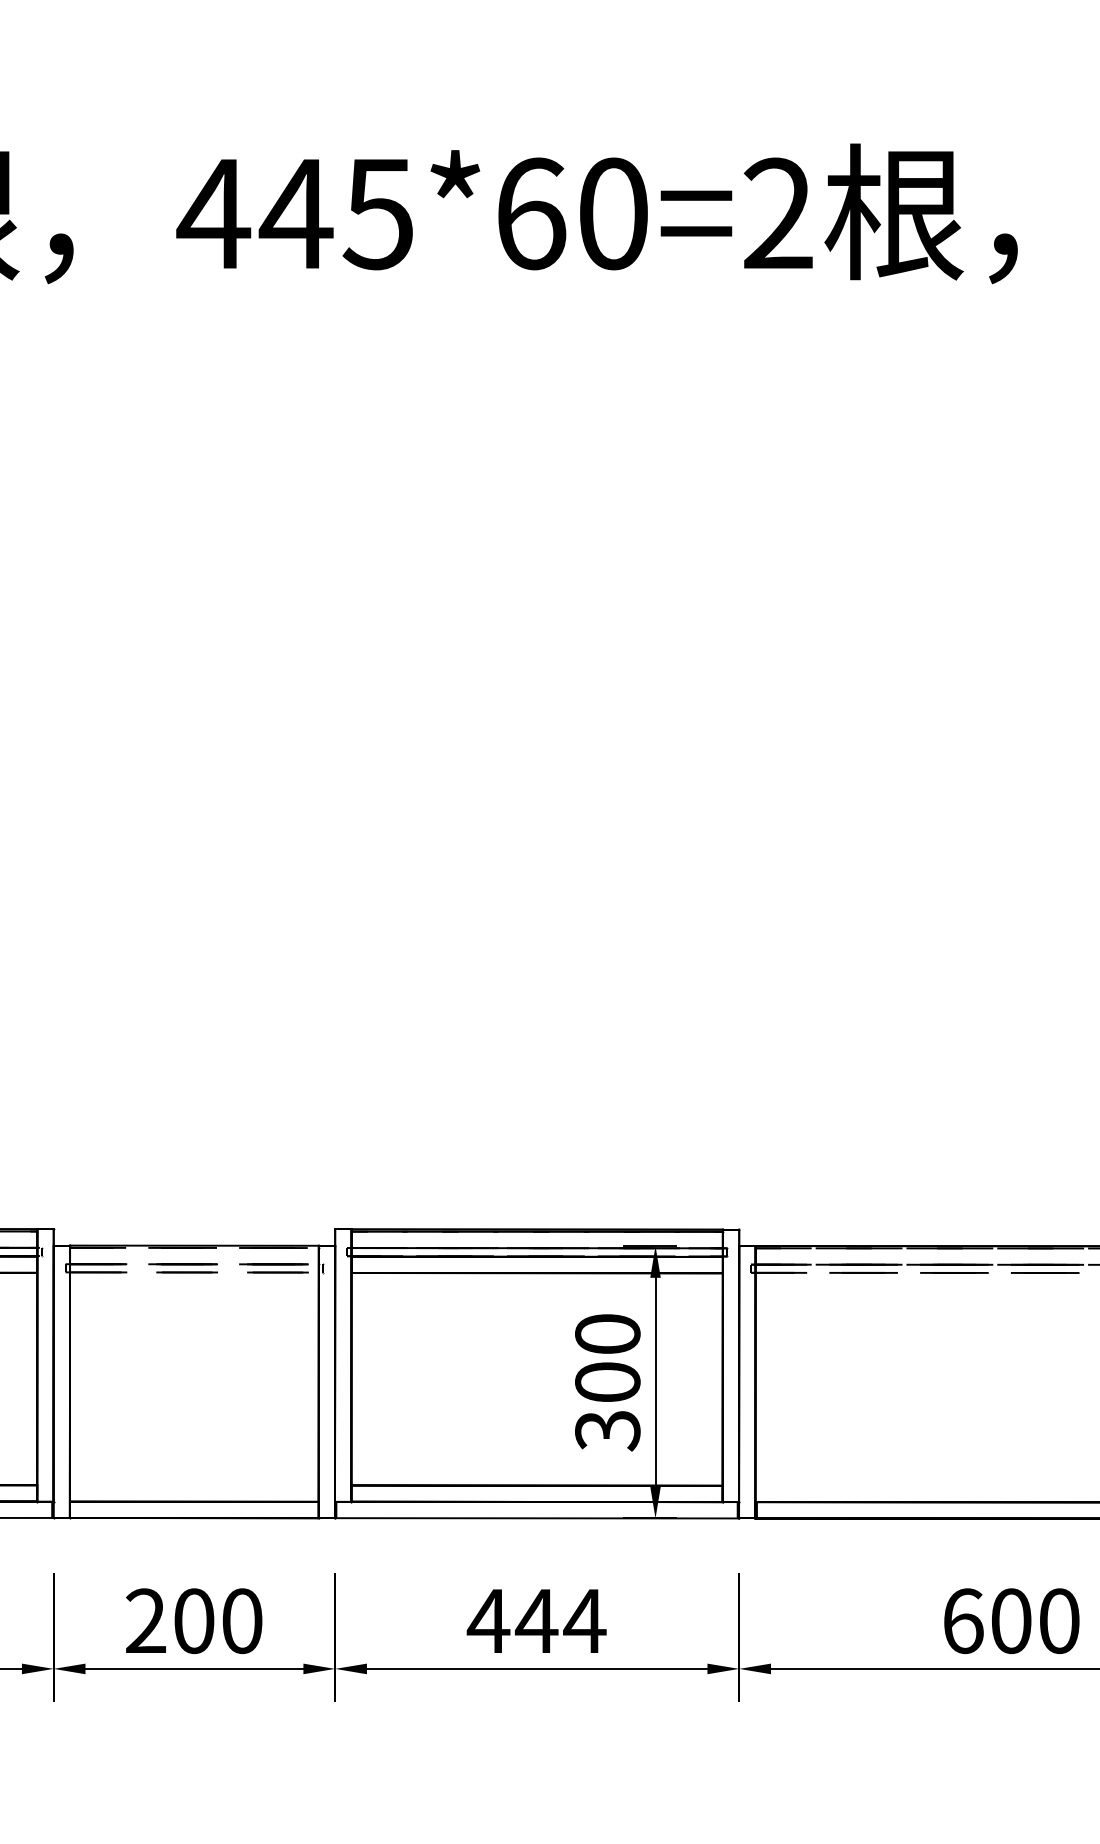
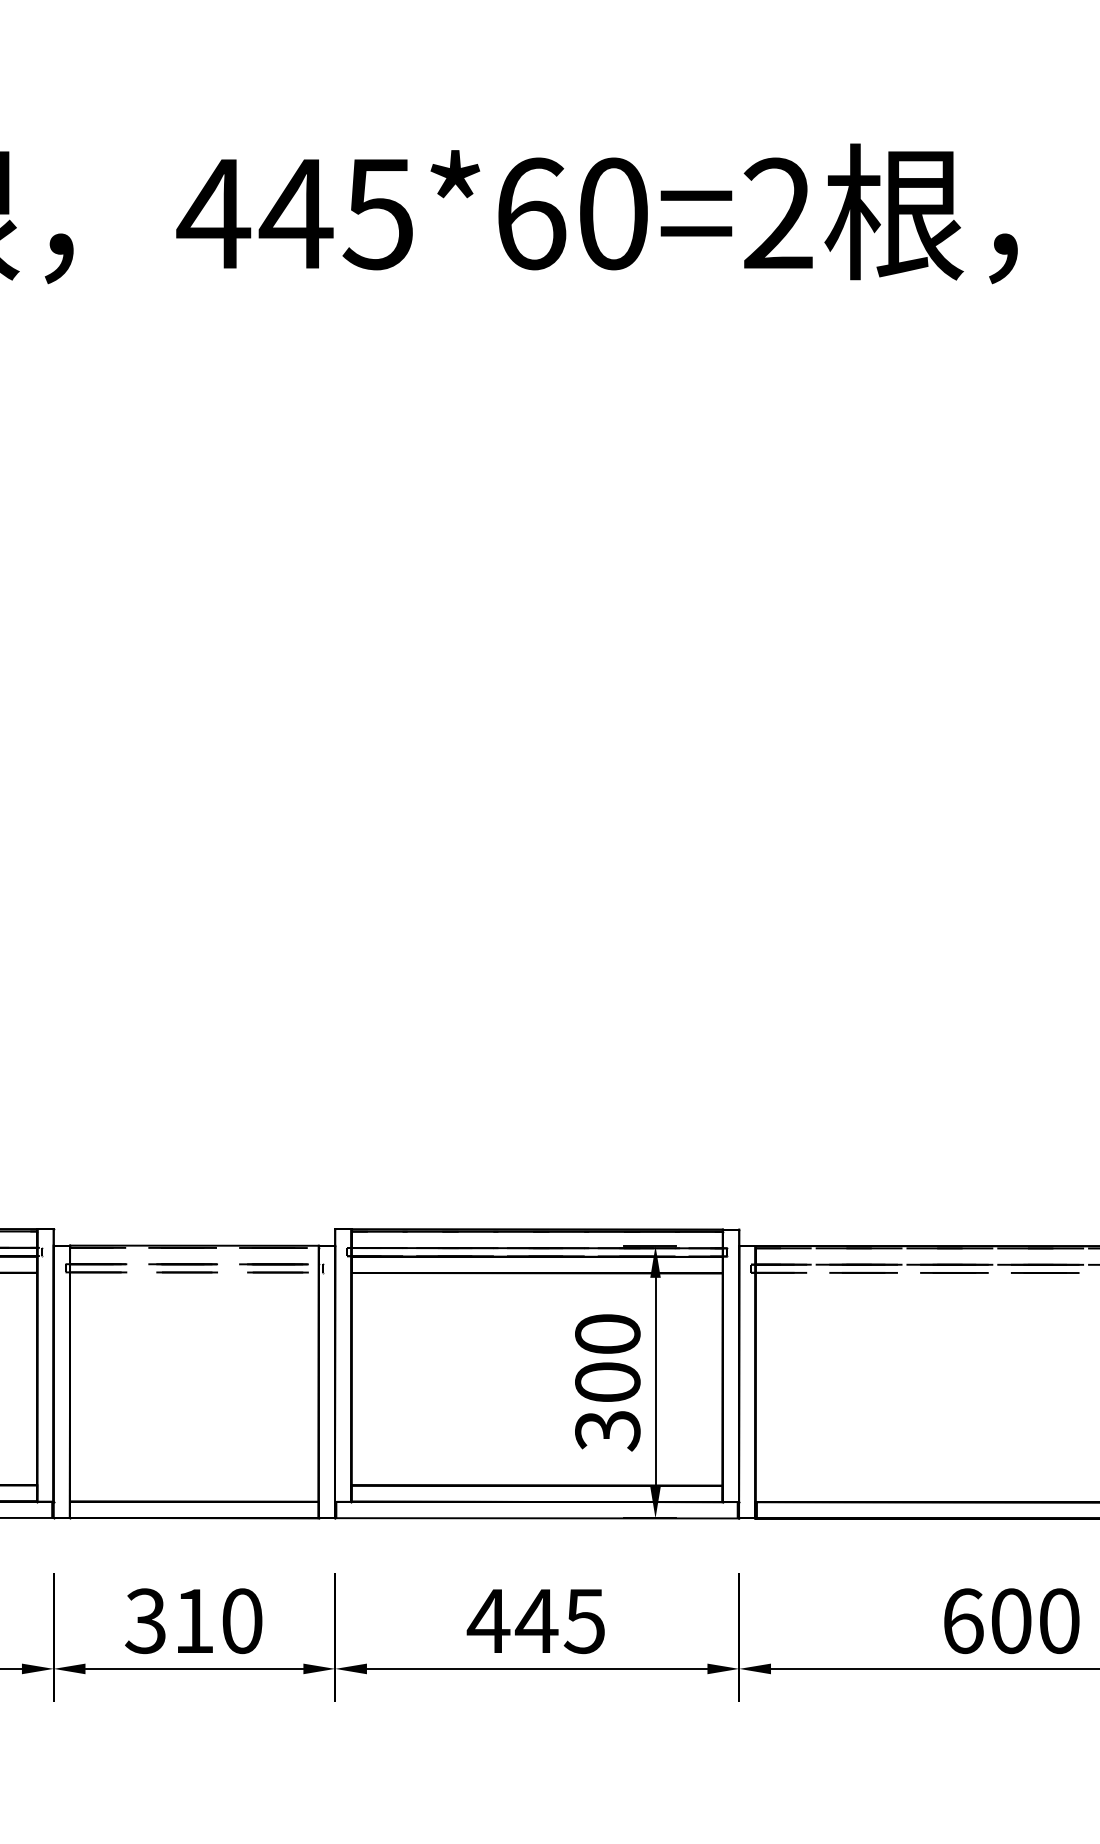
text at (169, 1621): 200 -> 310
text at (584, 1621): 444 -> 445
